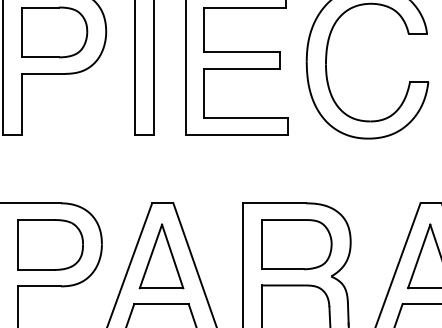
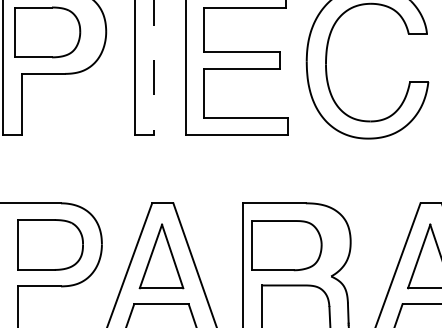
part at (54, 32) position: (54, 32) -> (47, 32)
line at (153, 68): solid -> dashed
part at (296, 244) position: (296, 244) -> (286, 245)
